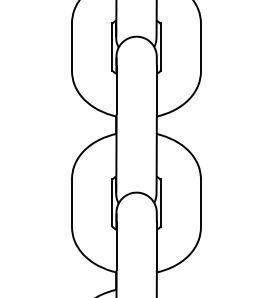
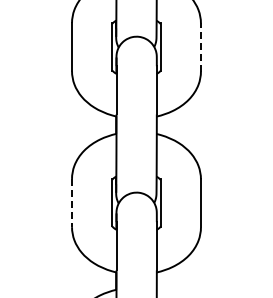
line at (200, 46): solid -> dashed
line at (72, 203): solid -> dashed
